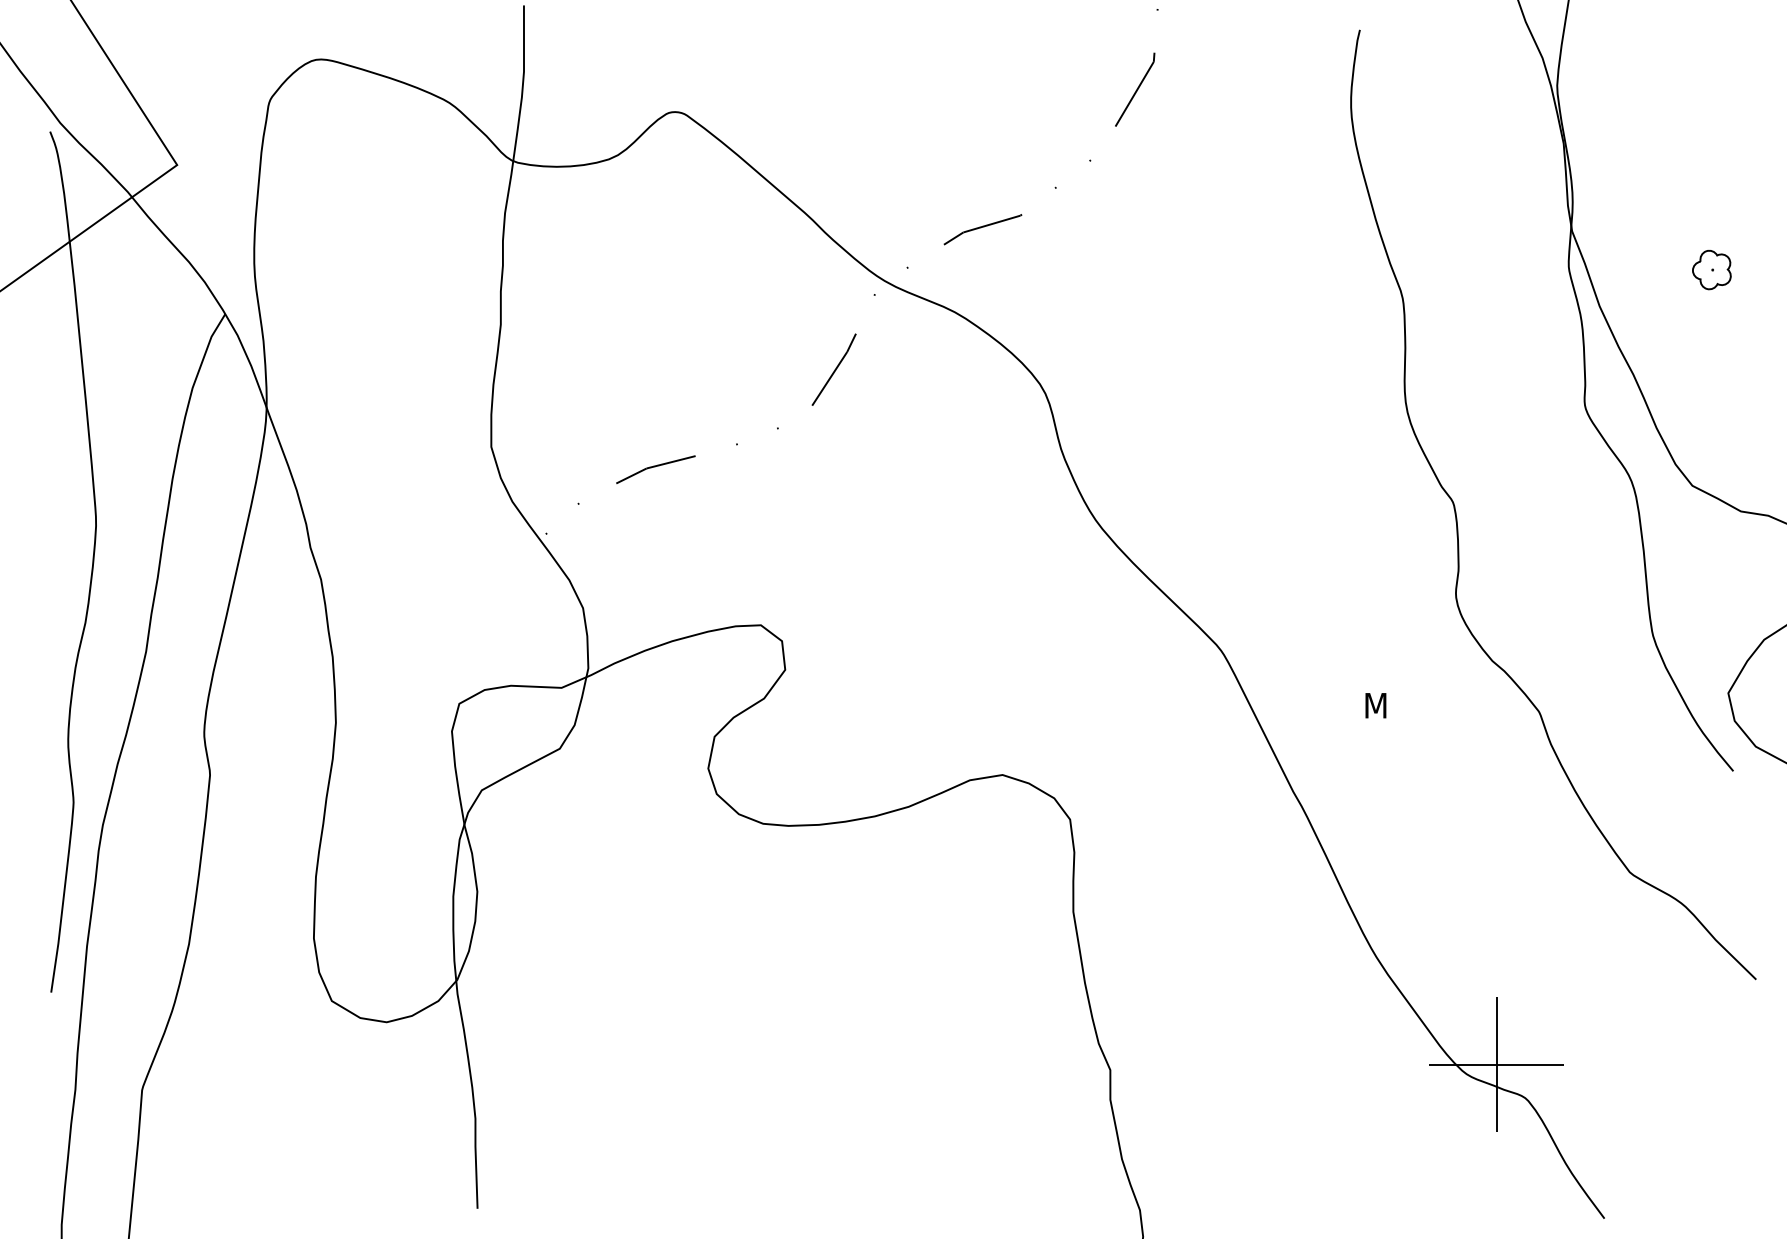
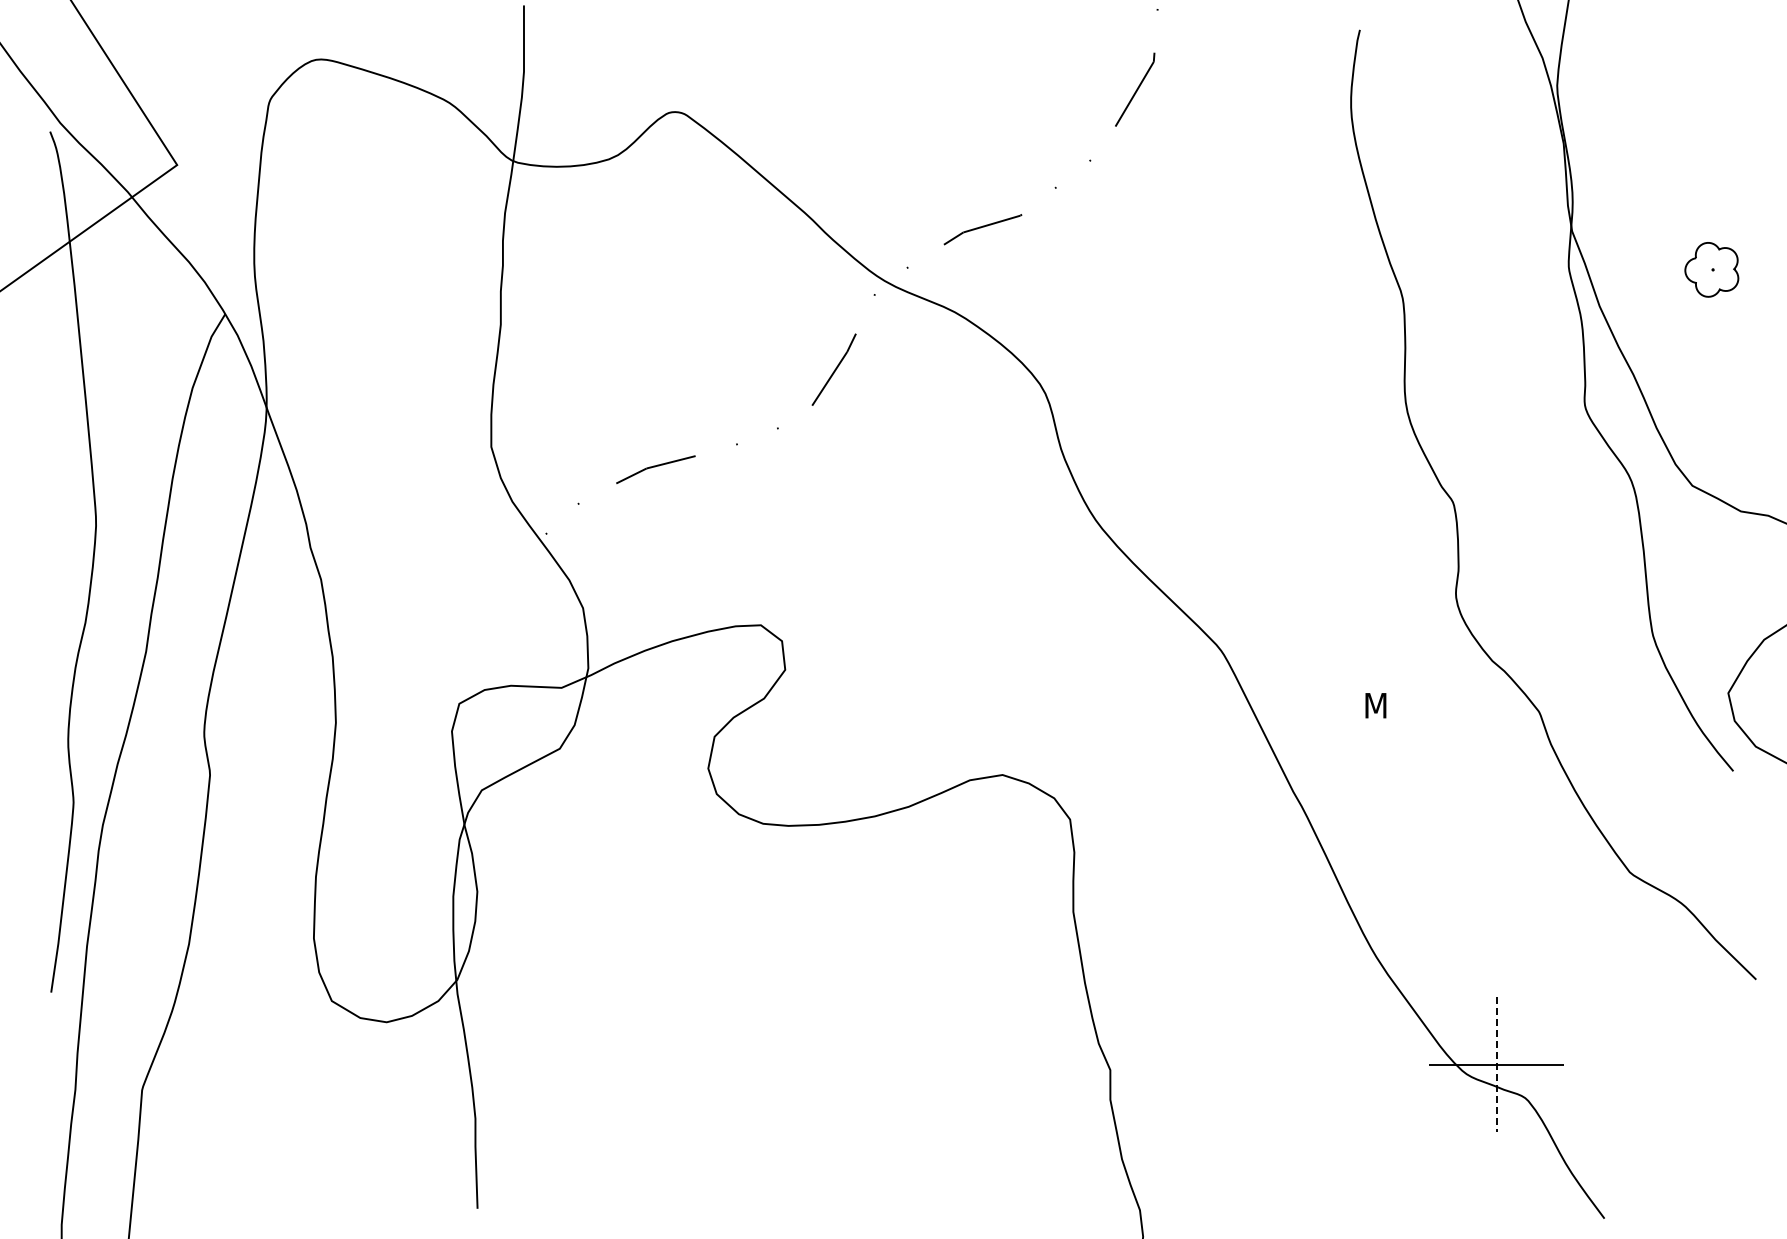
part at (1711, 270) size: 40x41 px -> 56x56 px
line at (1496, 1064): solid -> dashed
